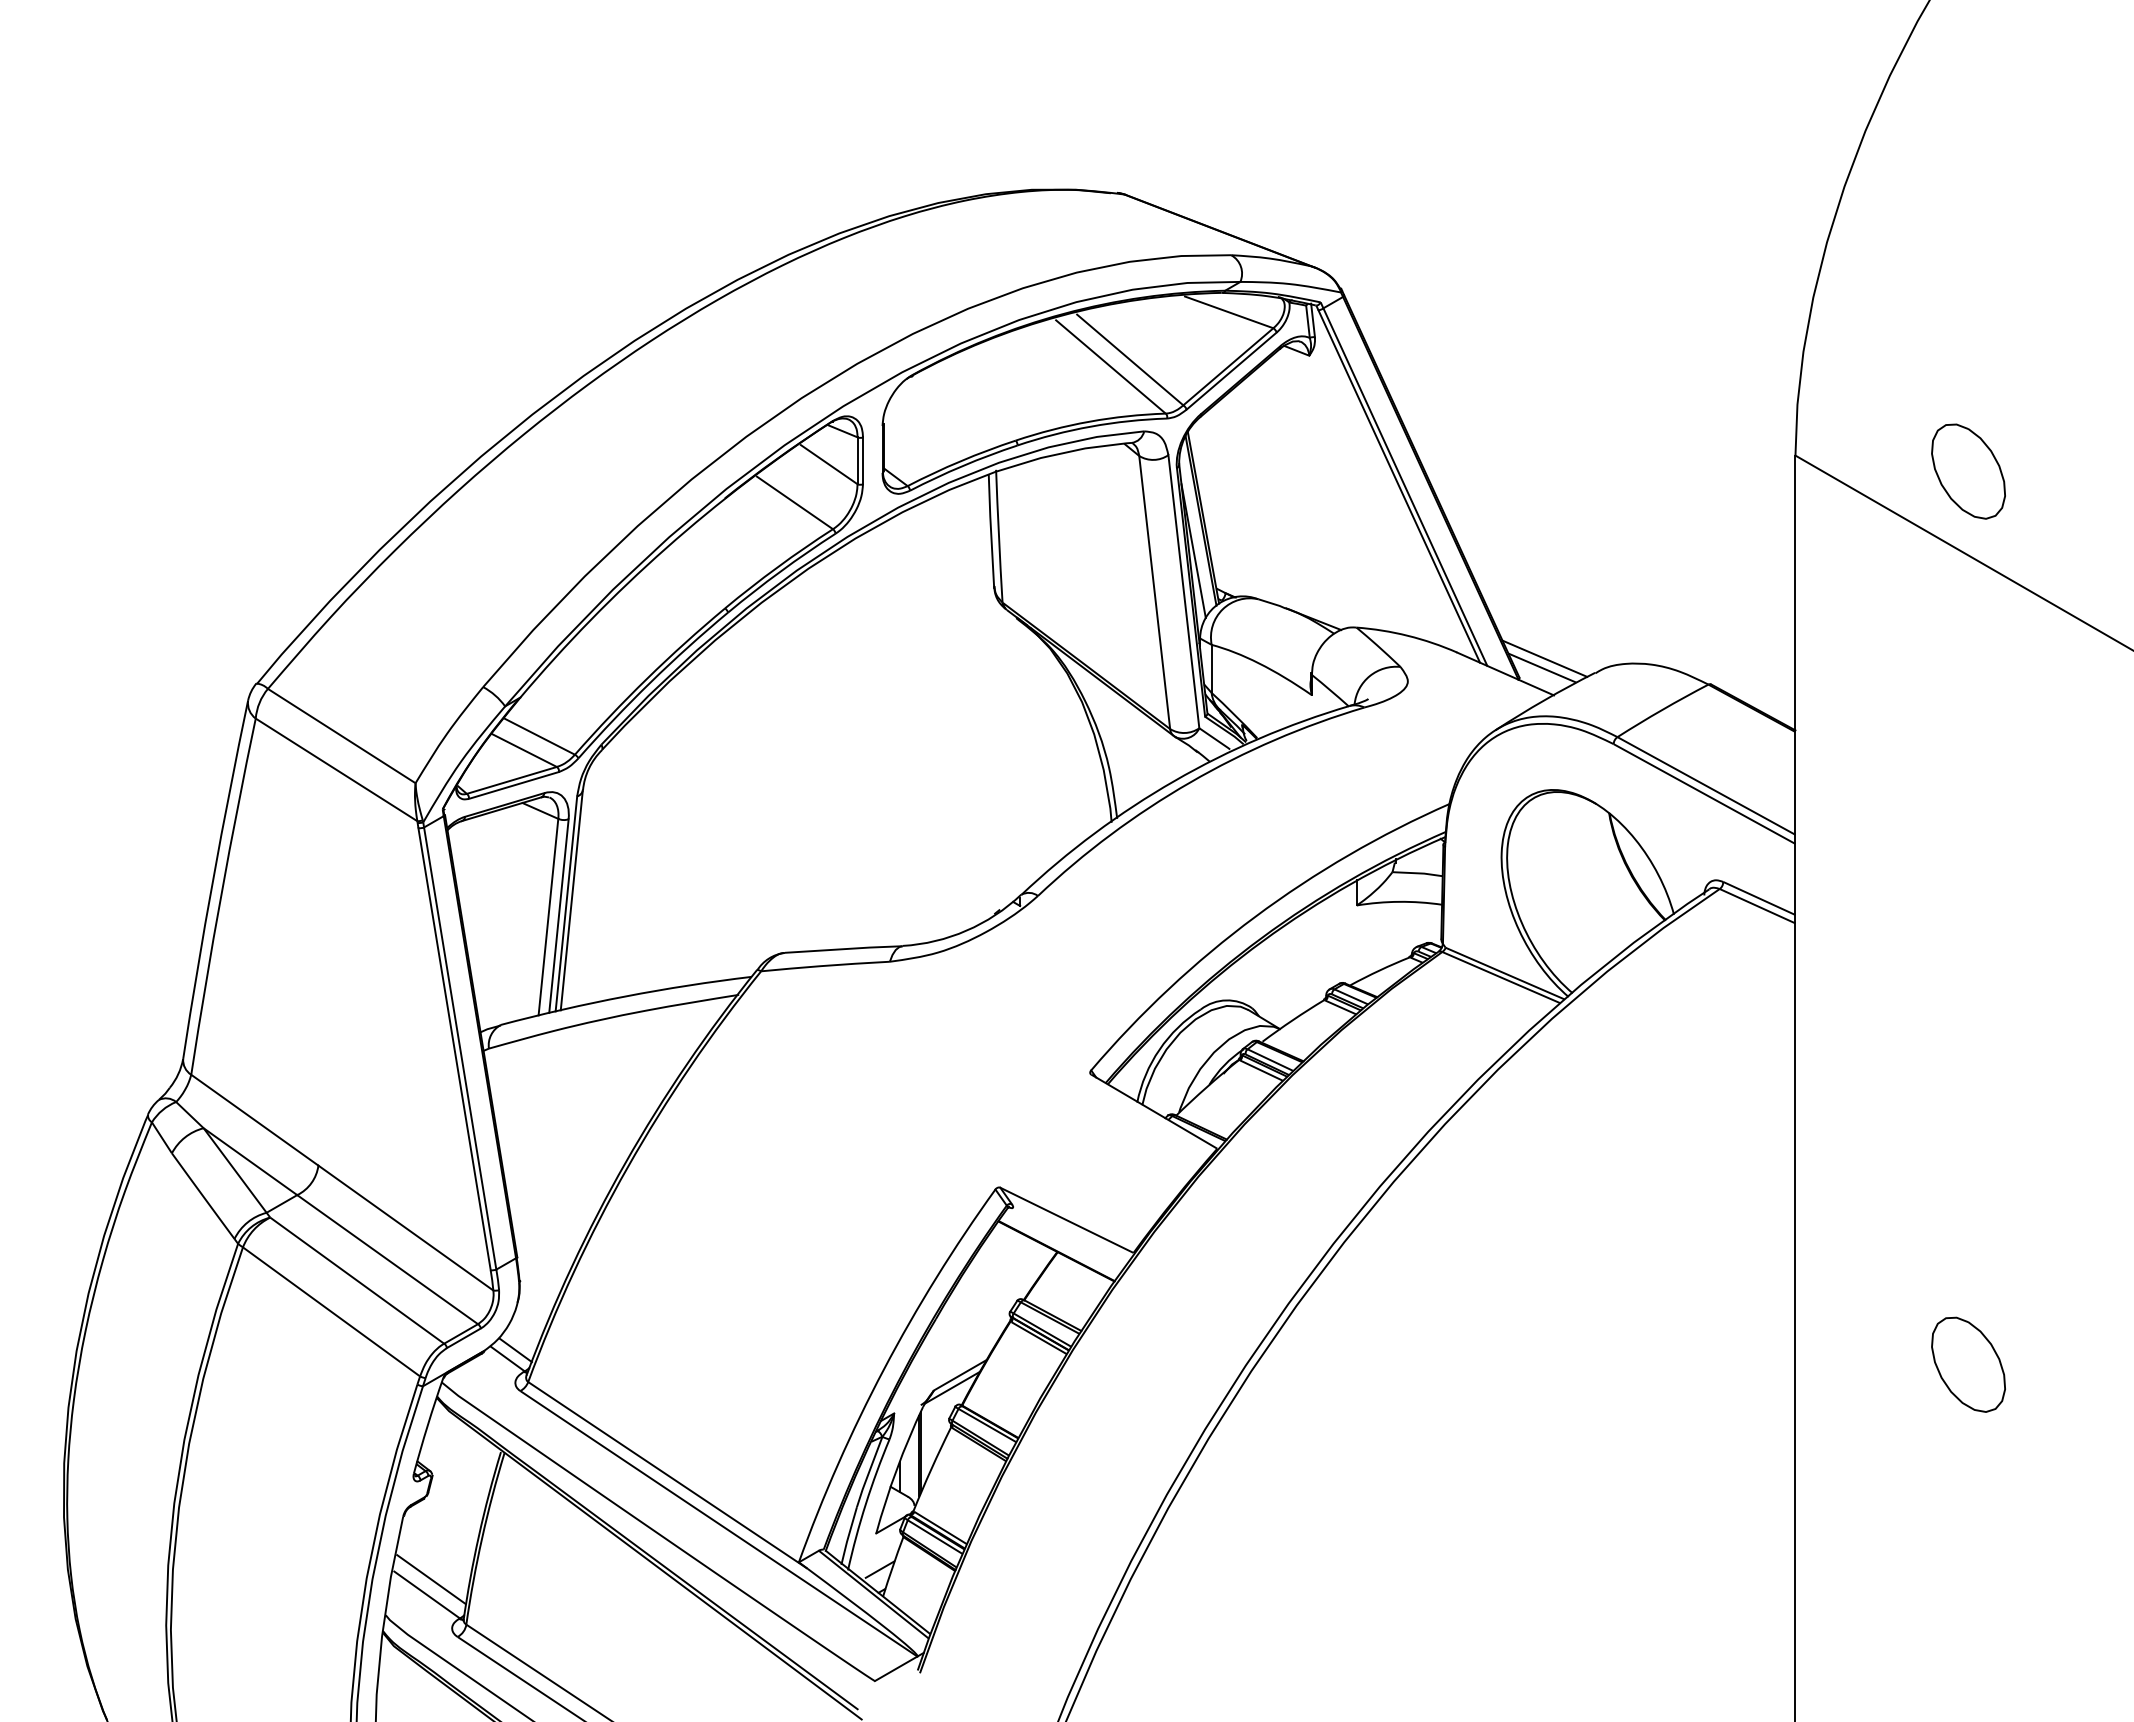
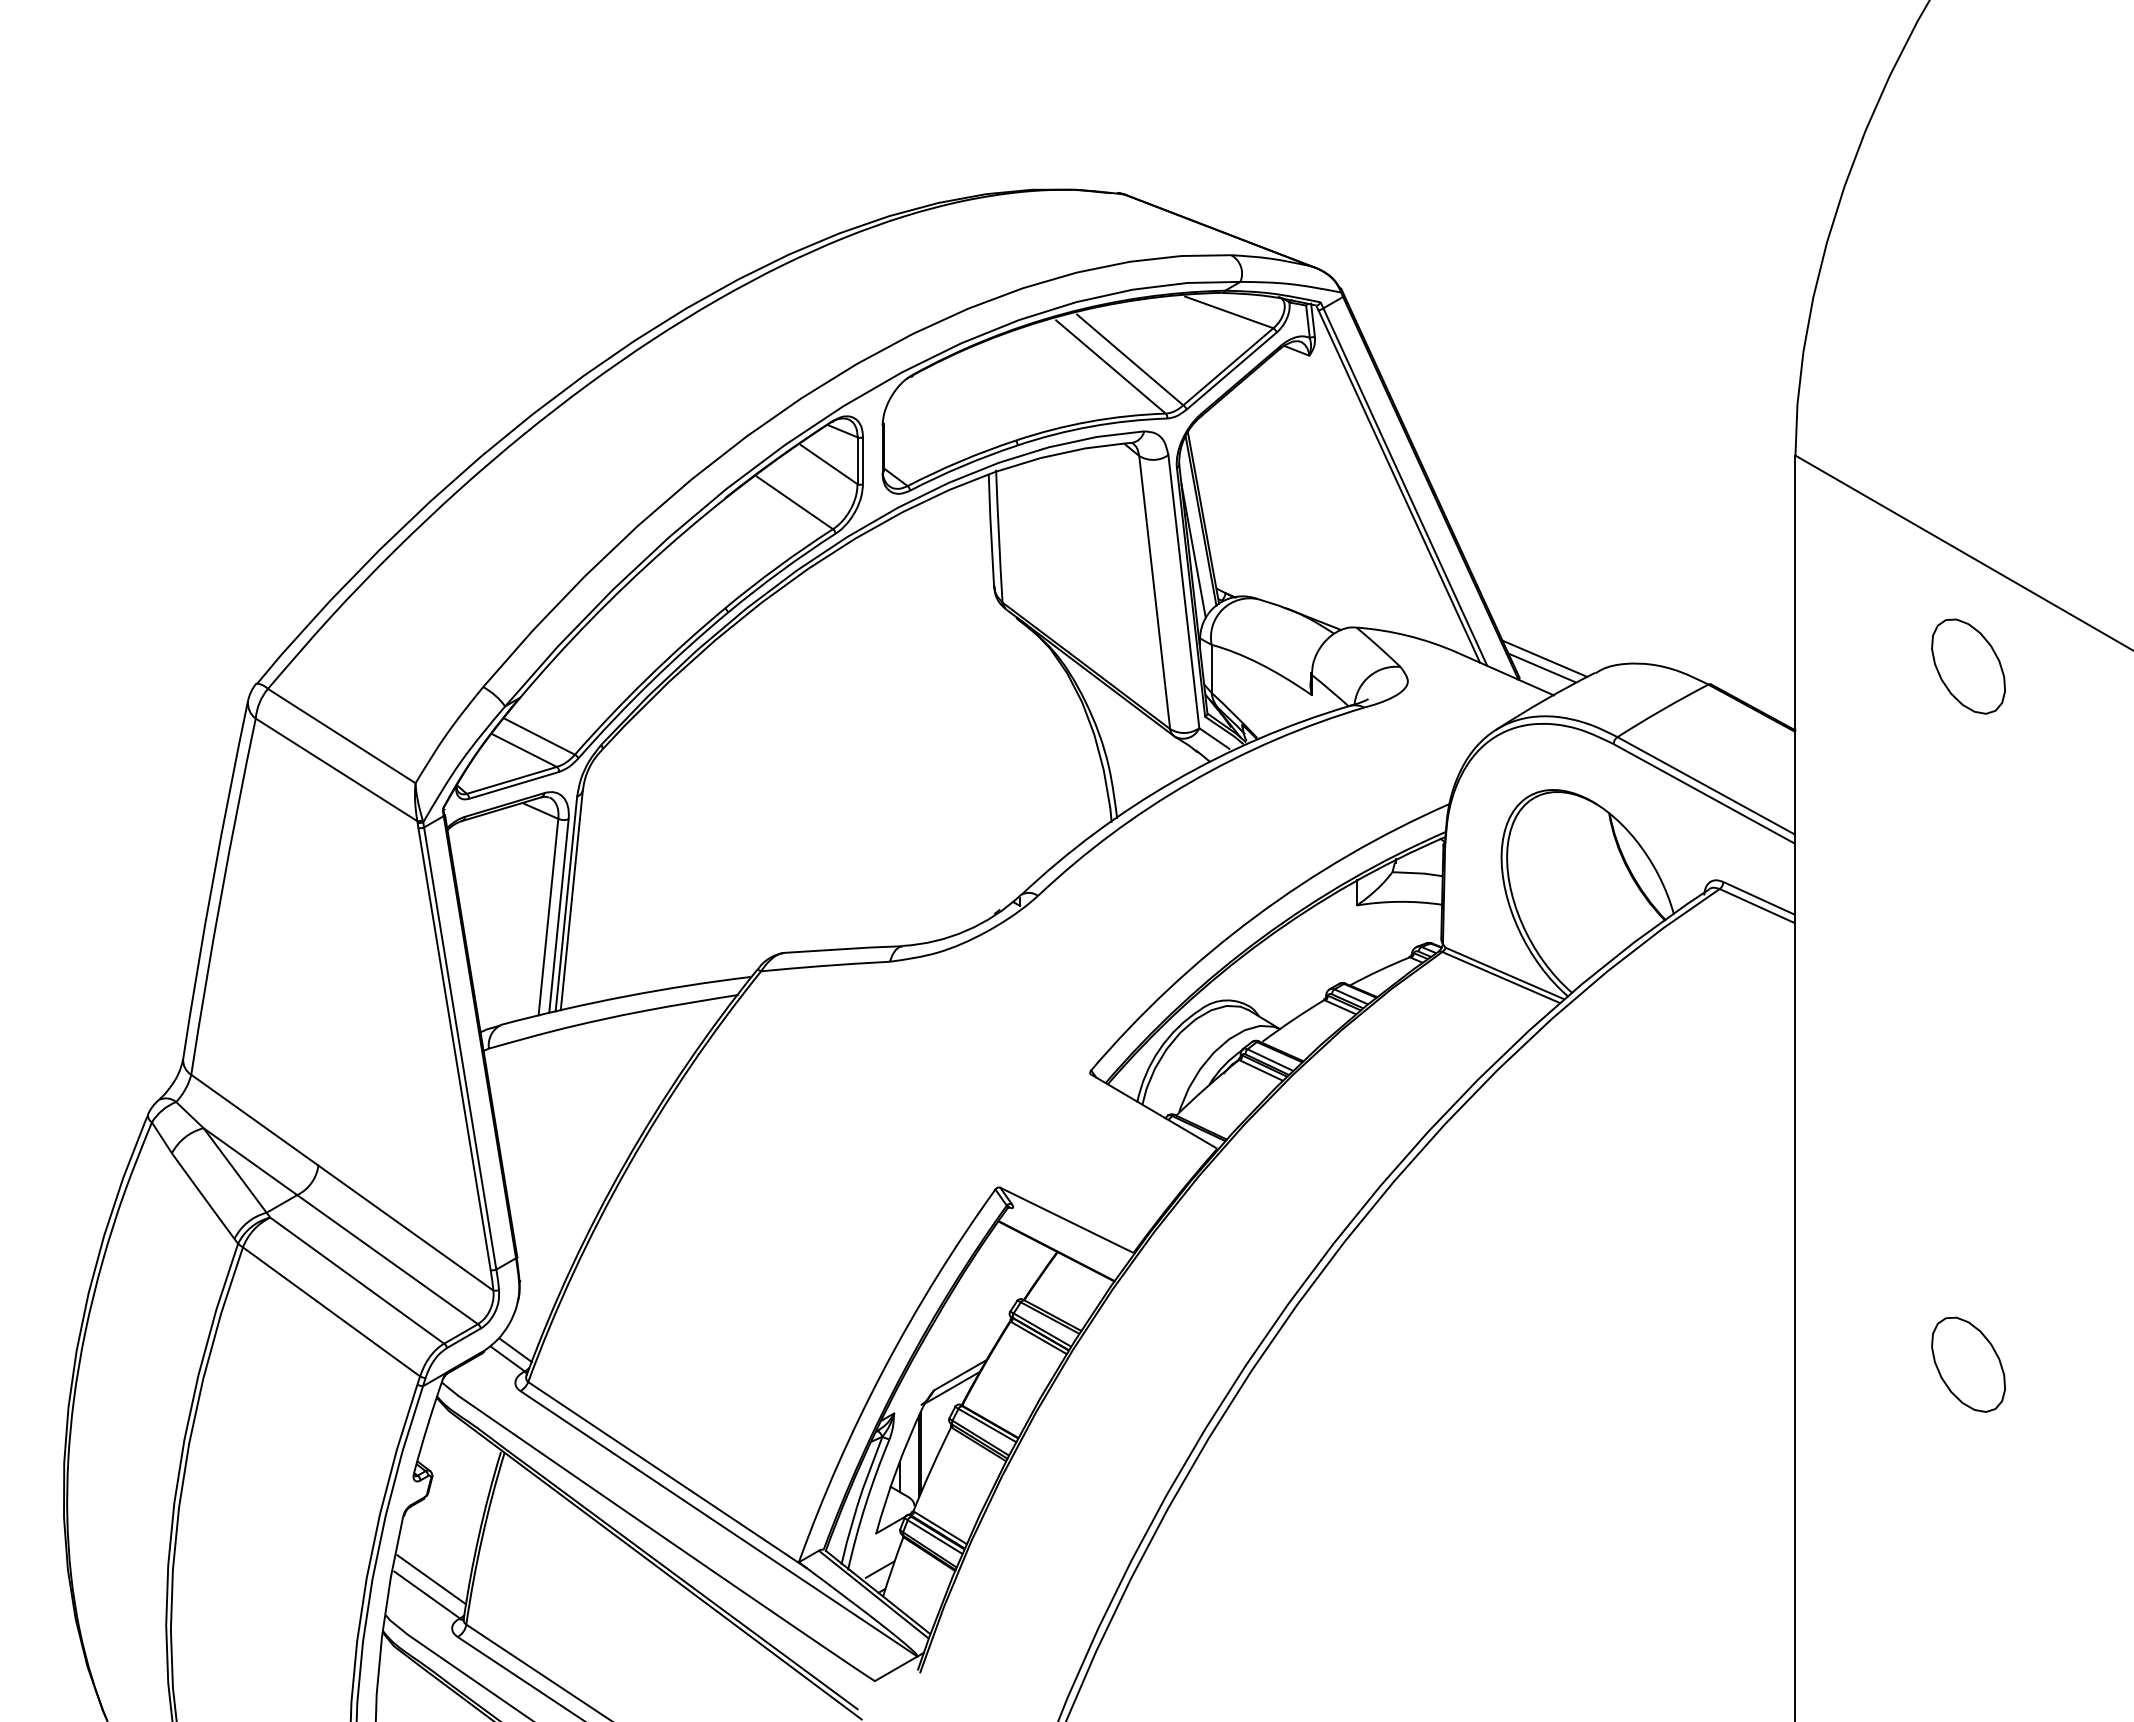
part at (1968, 471) position: (1968, 471) -> (1968, 666)
